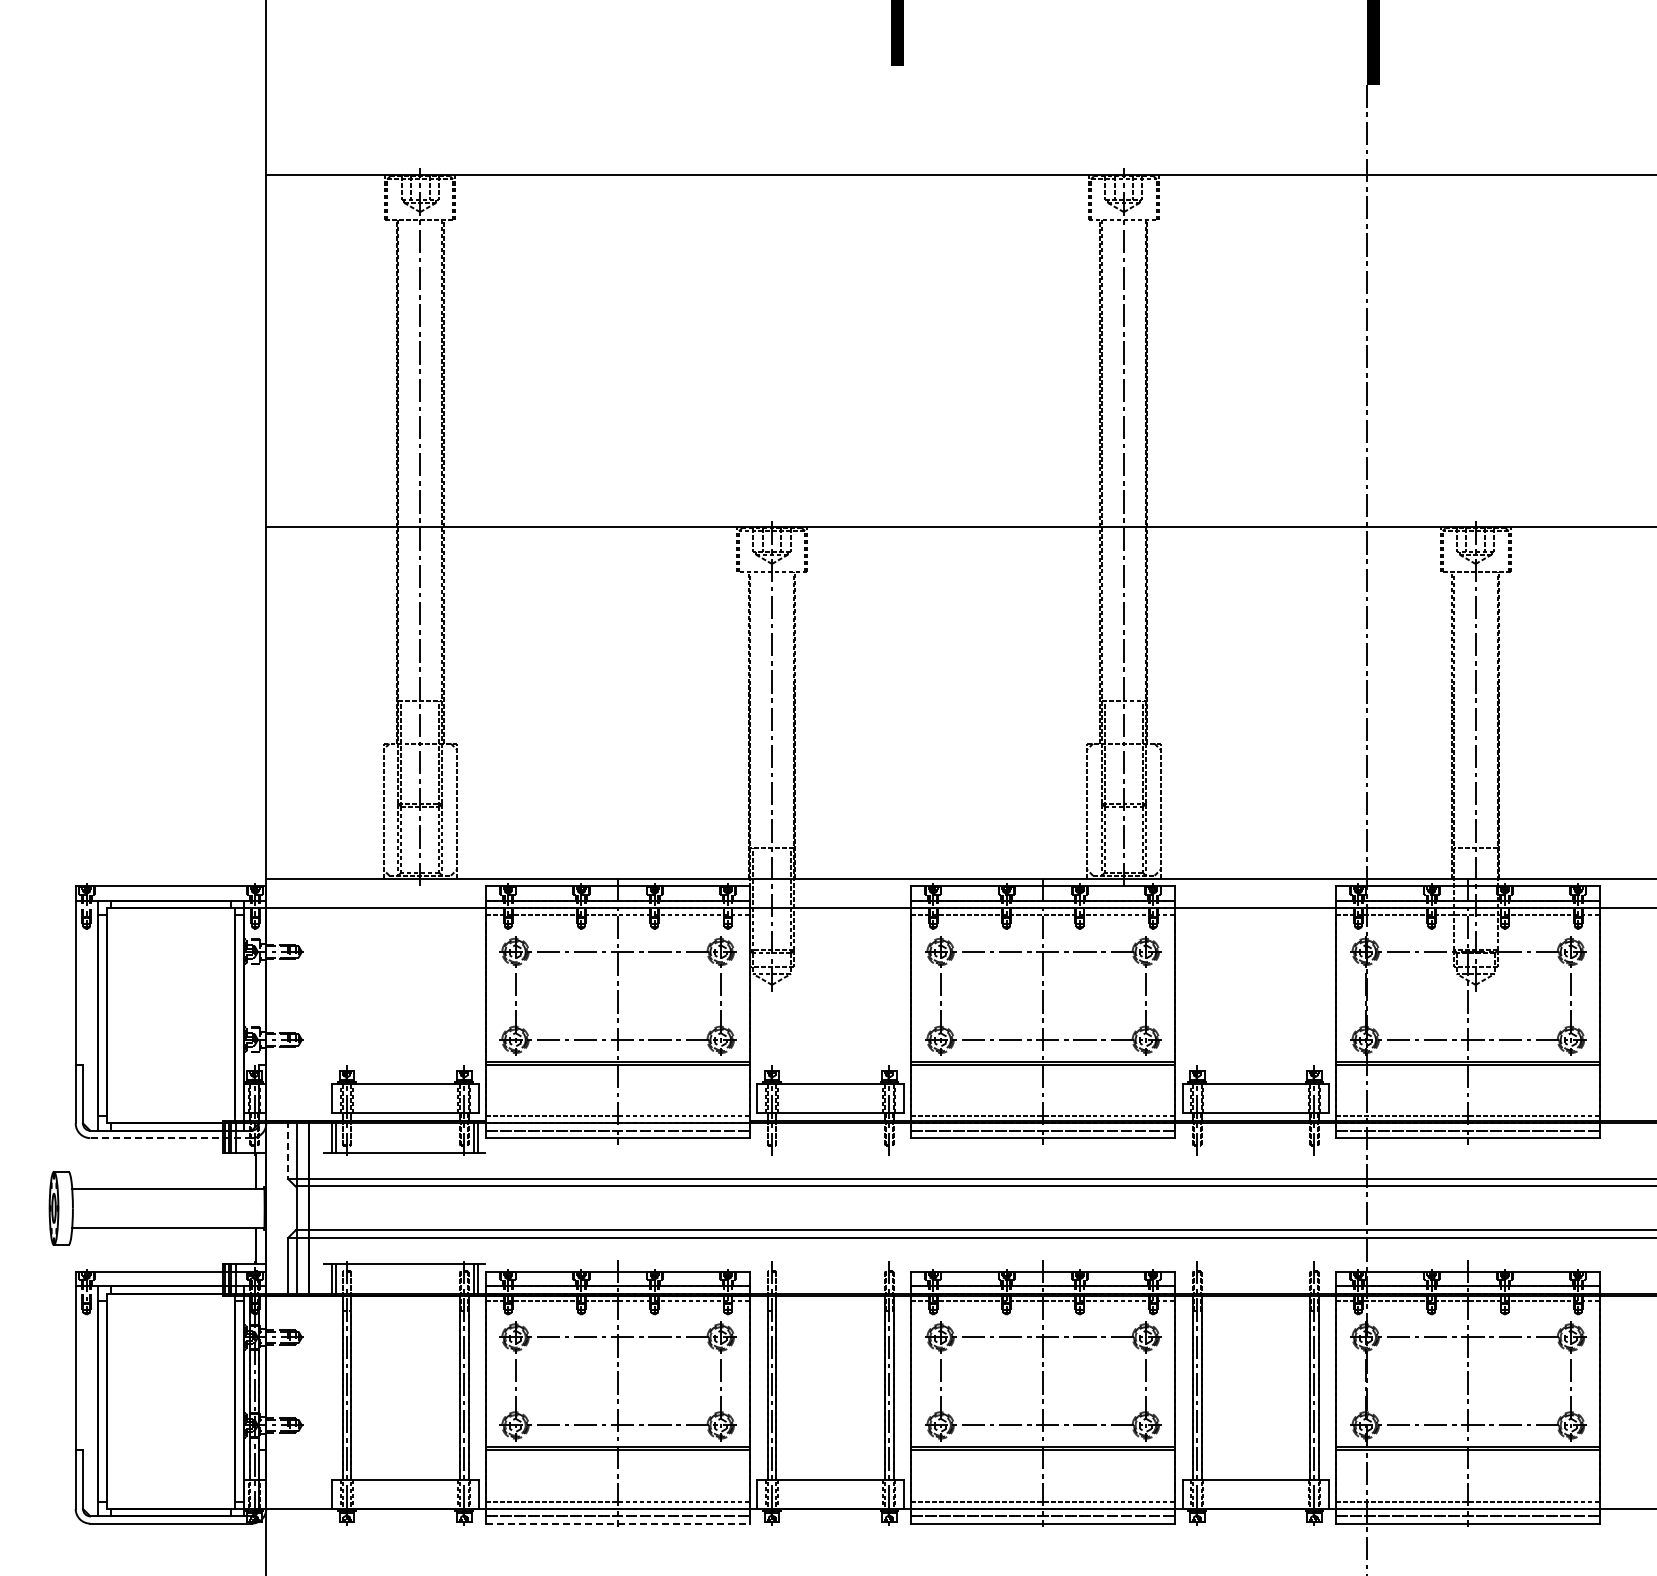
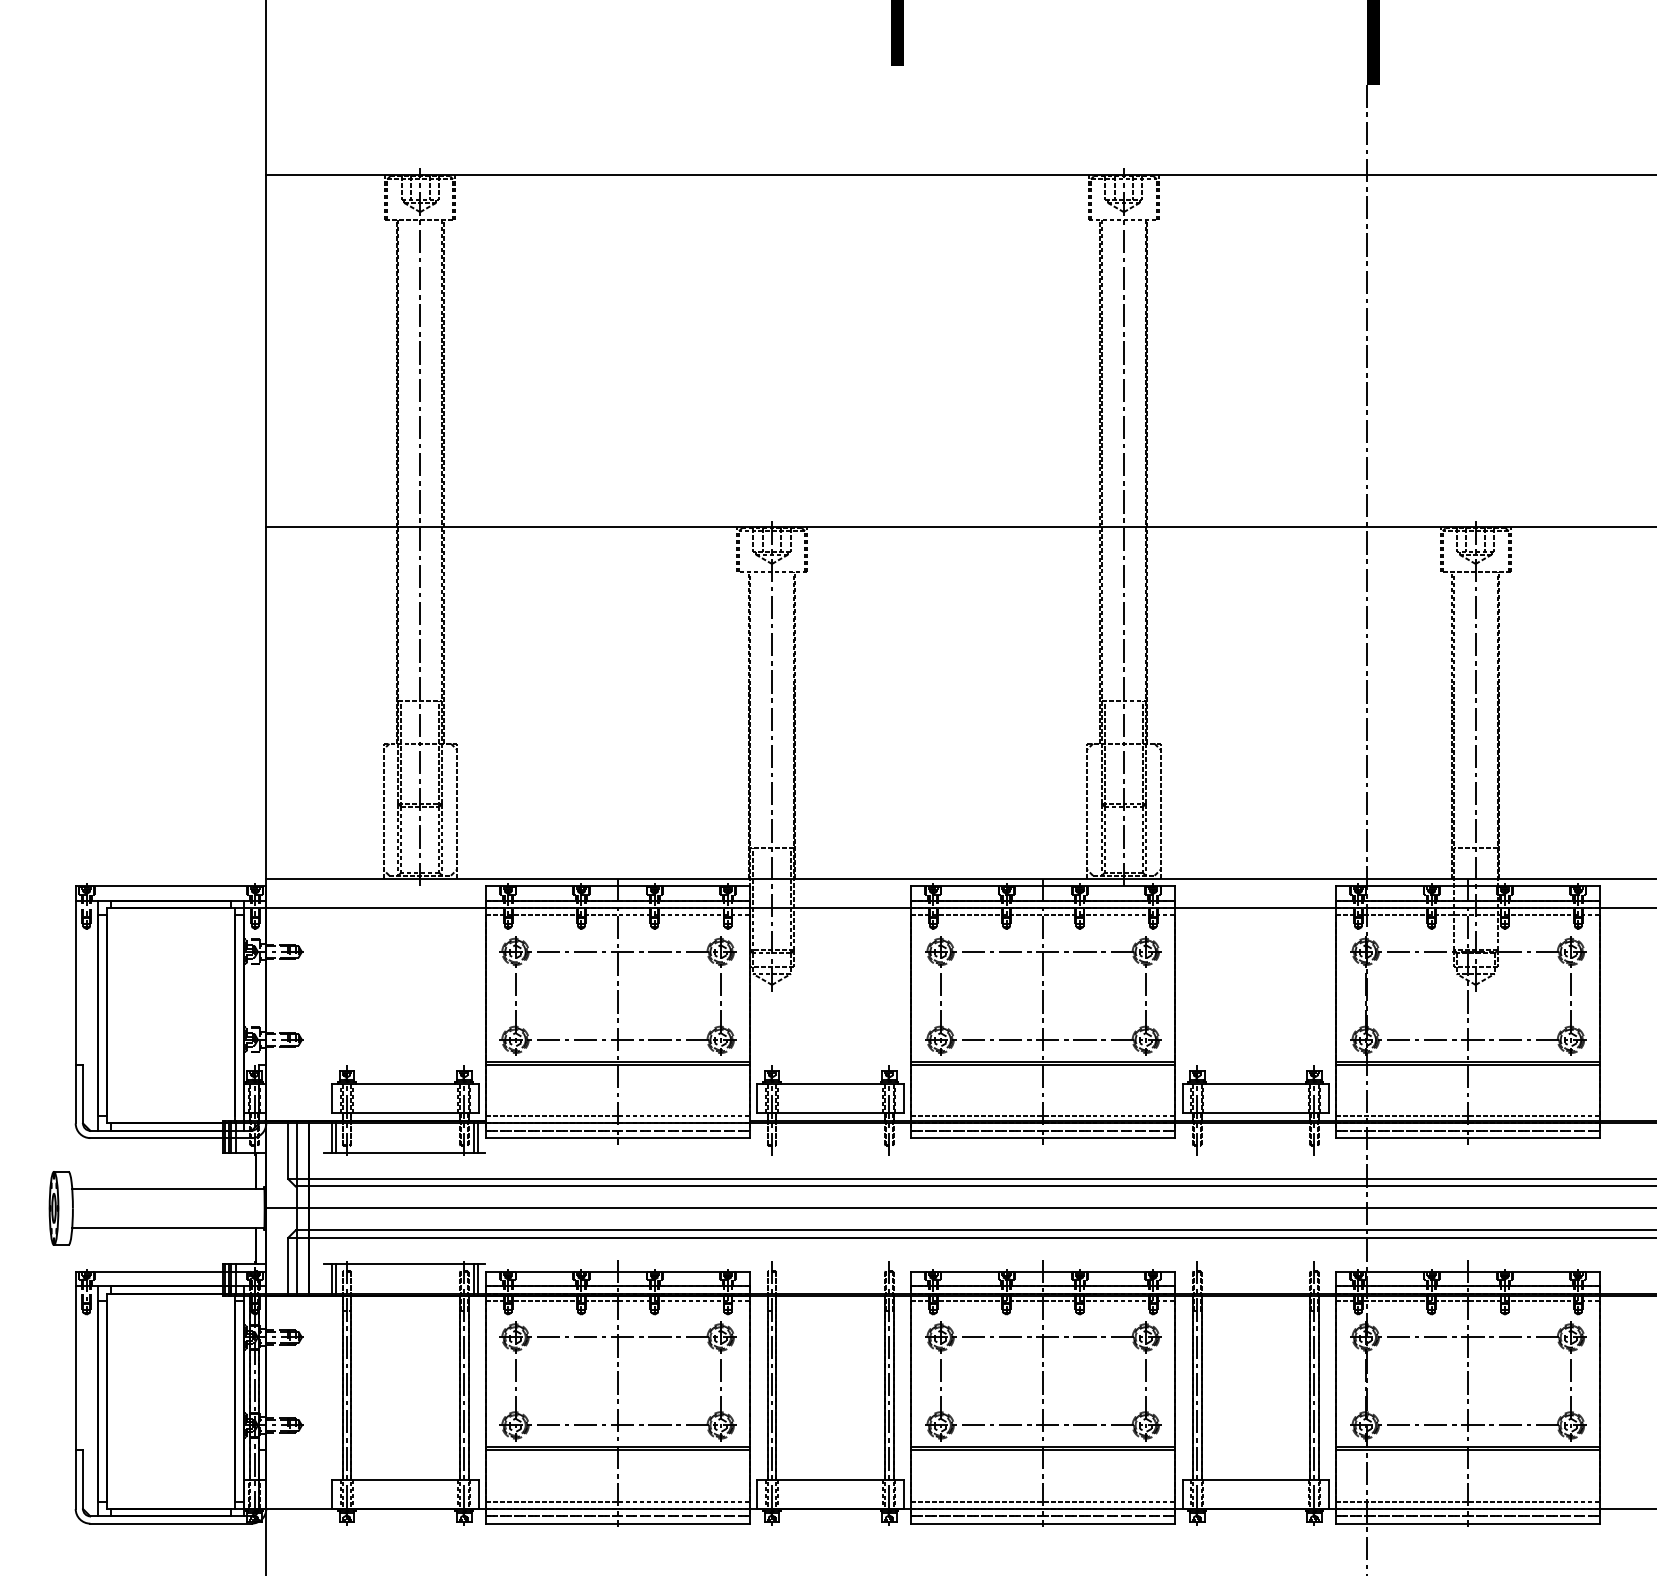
line at (170, 1138): dashed -> solid
line at (288, 1150): dashed -> solid
line at (959, 1208): none -> present
line at (618, 1523): dashed -> solid
